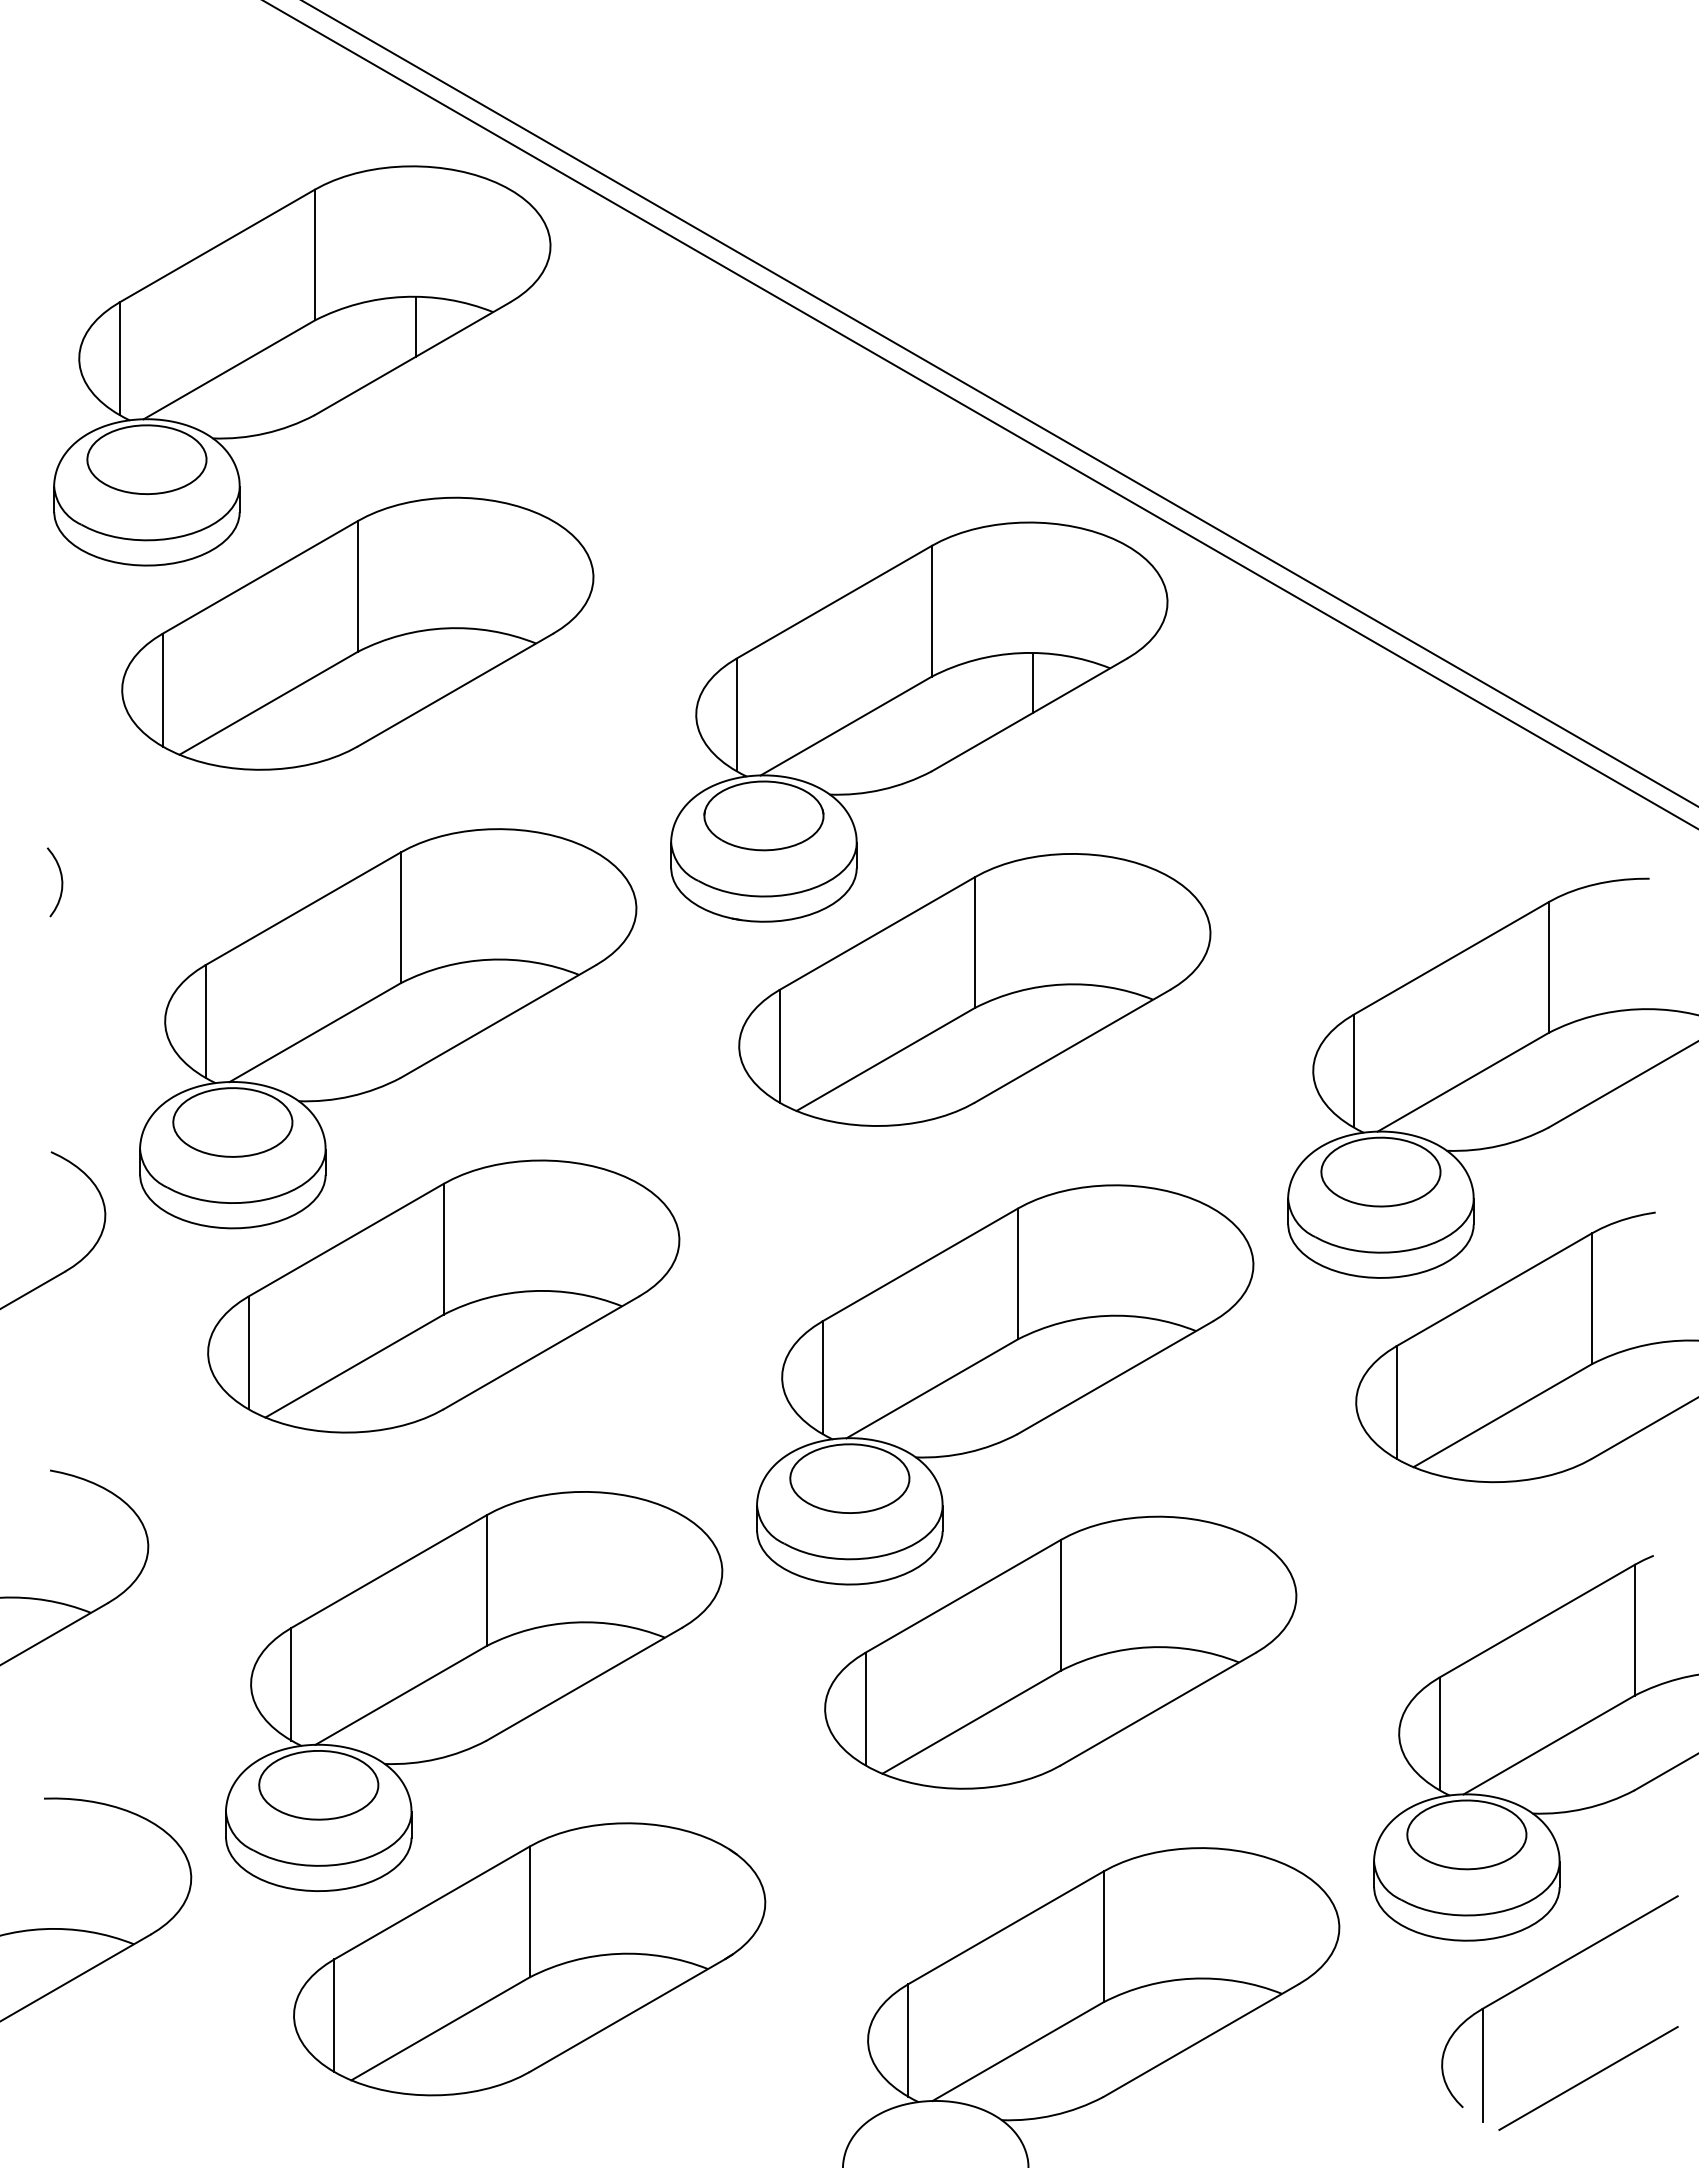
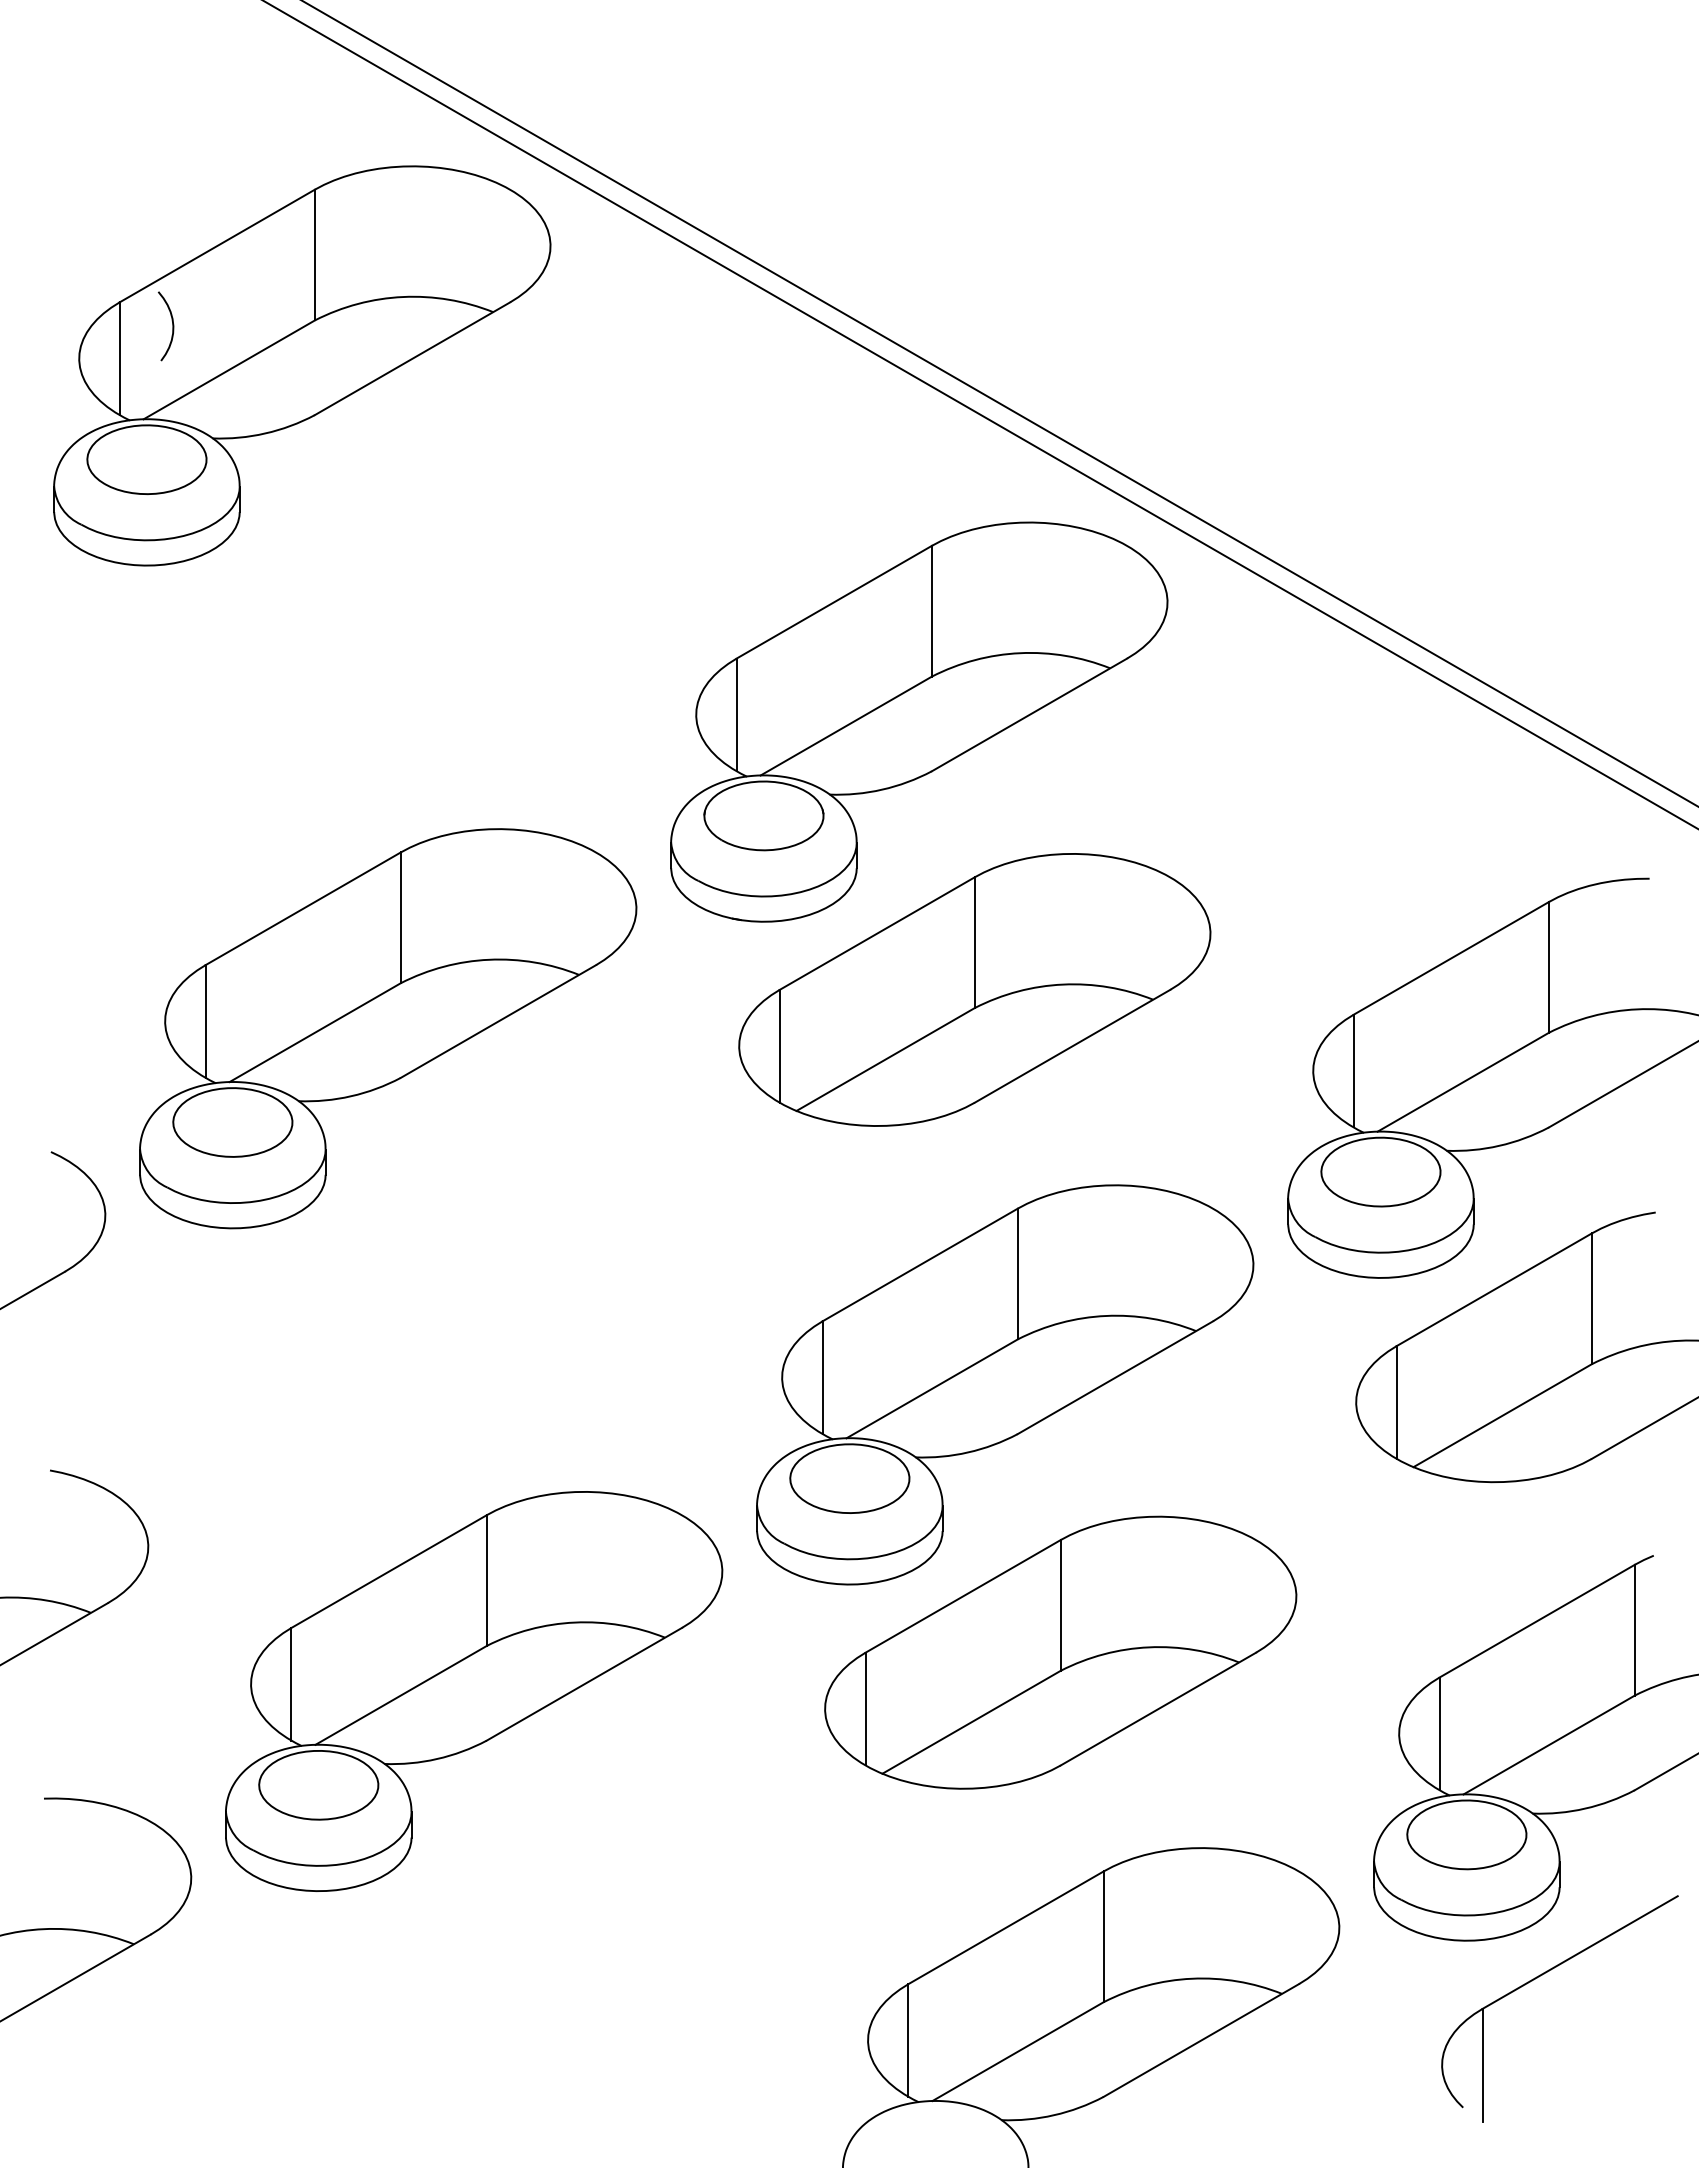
line at (416, 326): present -> none
part at (357, 633): present -> none
line at (1033, 682): present -> none
curve at (61, 882) position: (61, 882) -> (172, 326)
part at (443, 1296): present -> none
part at (529, 1959): present -> none
line at (1588, 2077): present -> none
